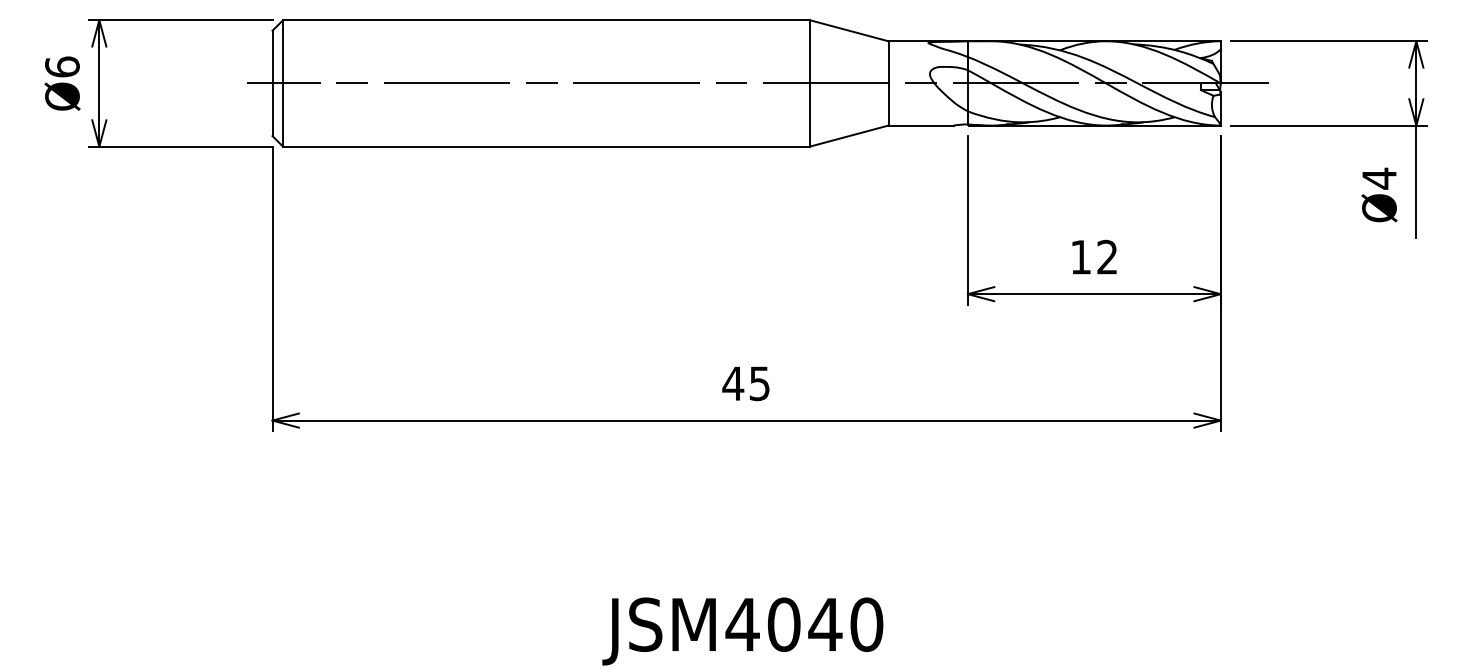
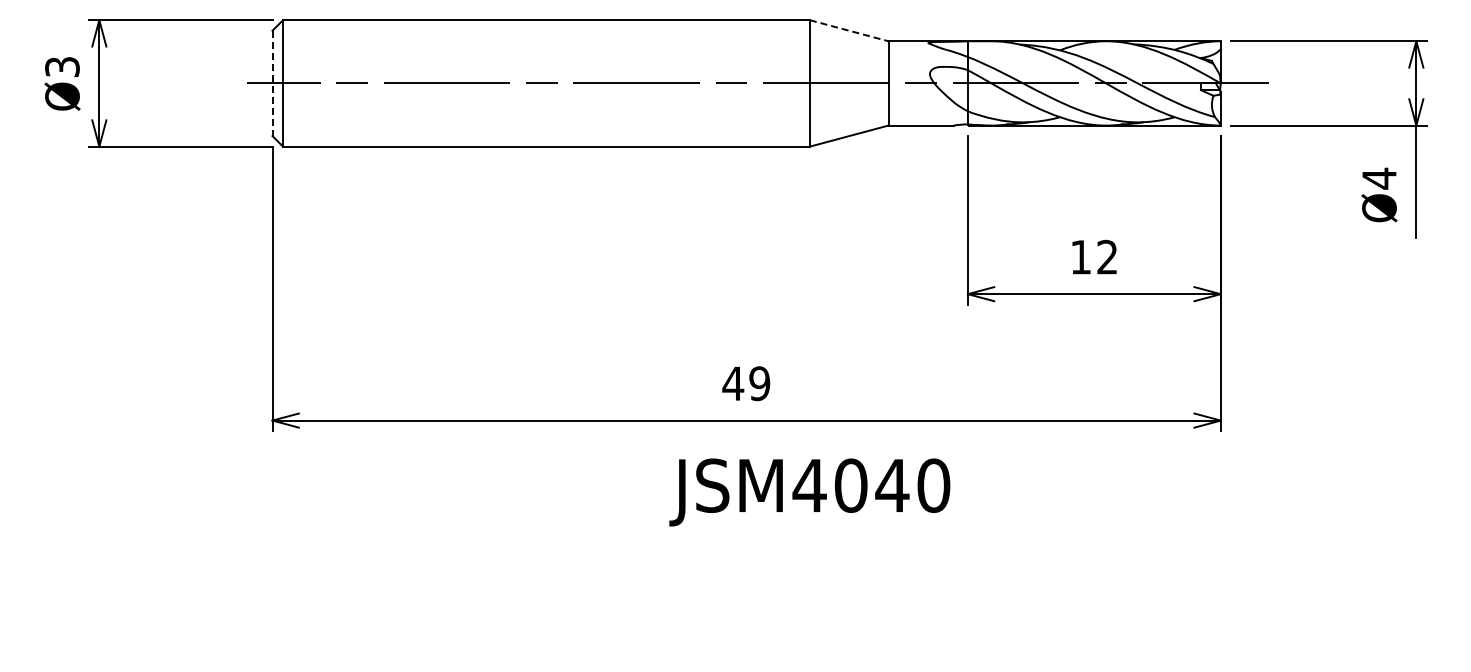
line at (849, 30): solid -> dashed
text at (62, 66): Ø6 -> Ø3
line at (272, 83): solid -> dashed
text at (759, 383): 45 -> 49
text at (742, 631) position: (742, 631) -> (809, 492)
